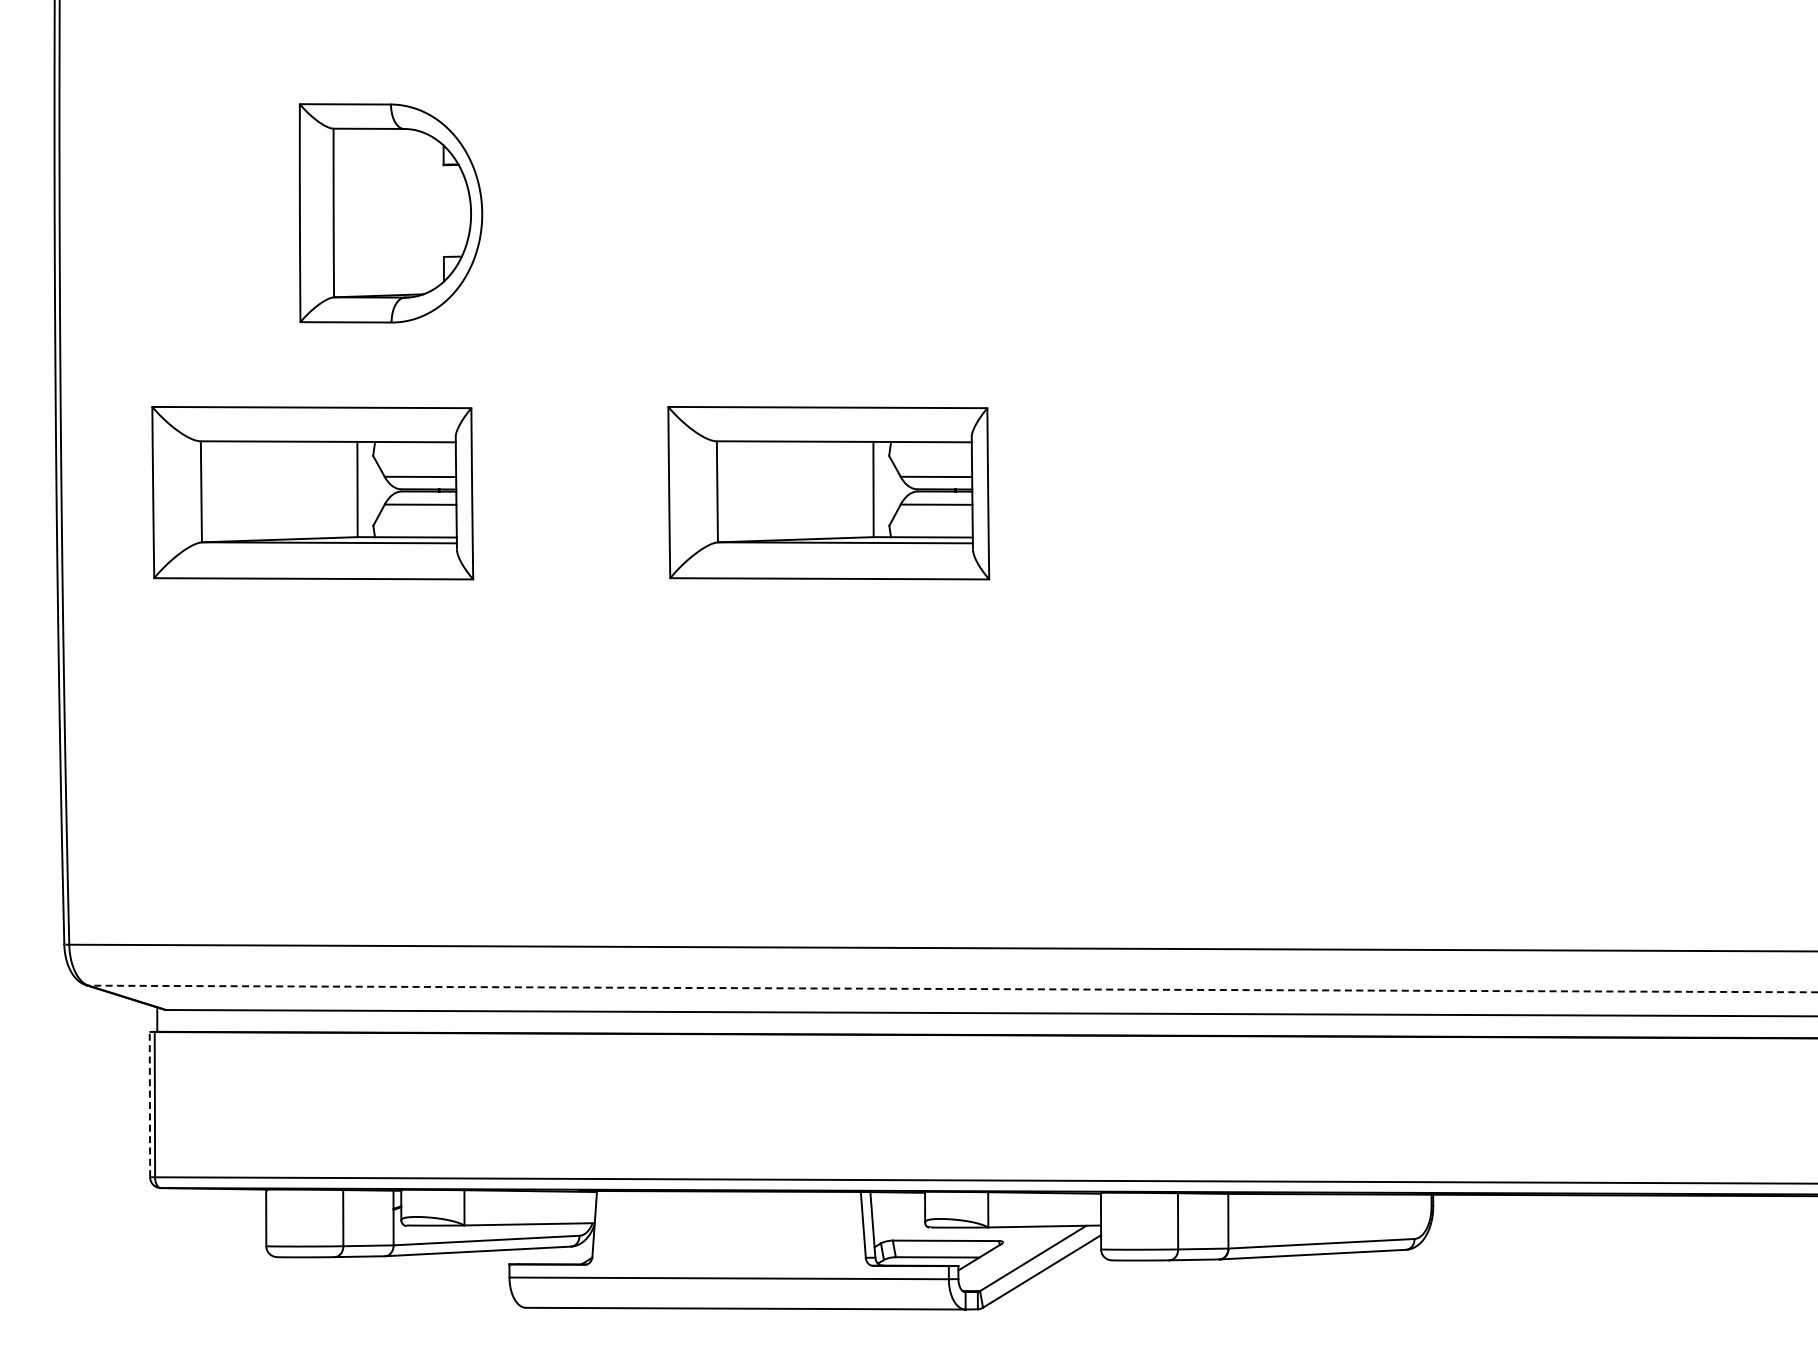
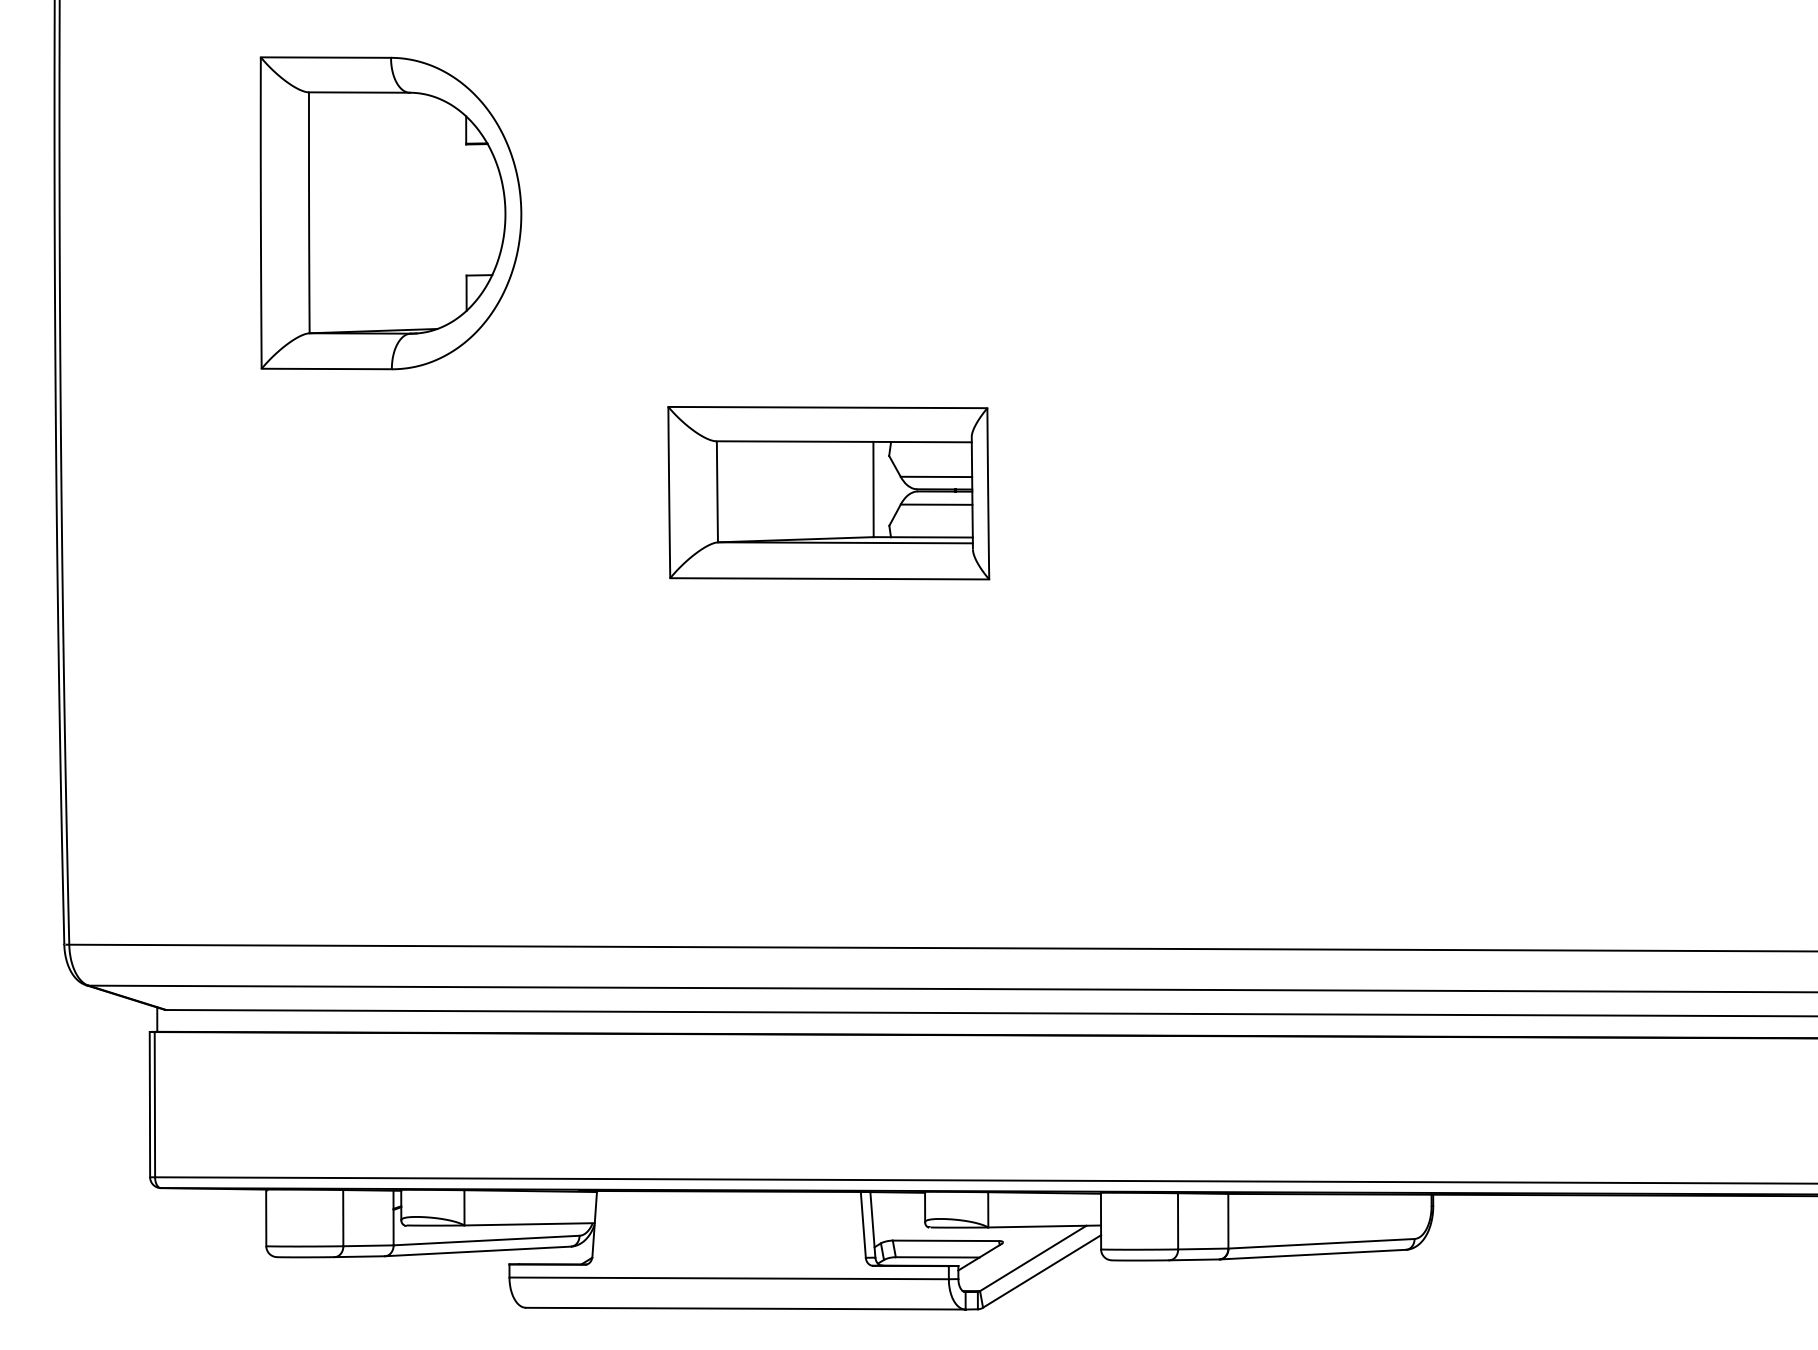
part at (390, 213) size: 186x221 px -> 264x315 px
part at (312, 493): present -> none
line at (952, 988): dashed -> solid
line at (149, 1104): dashed -> solid
